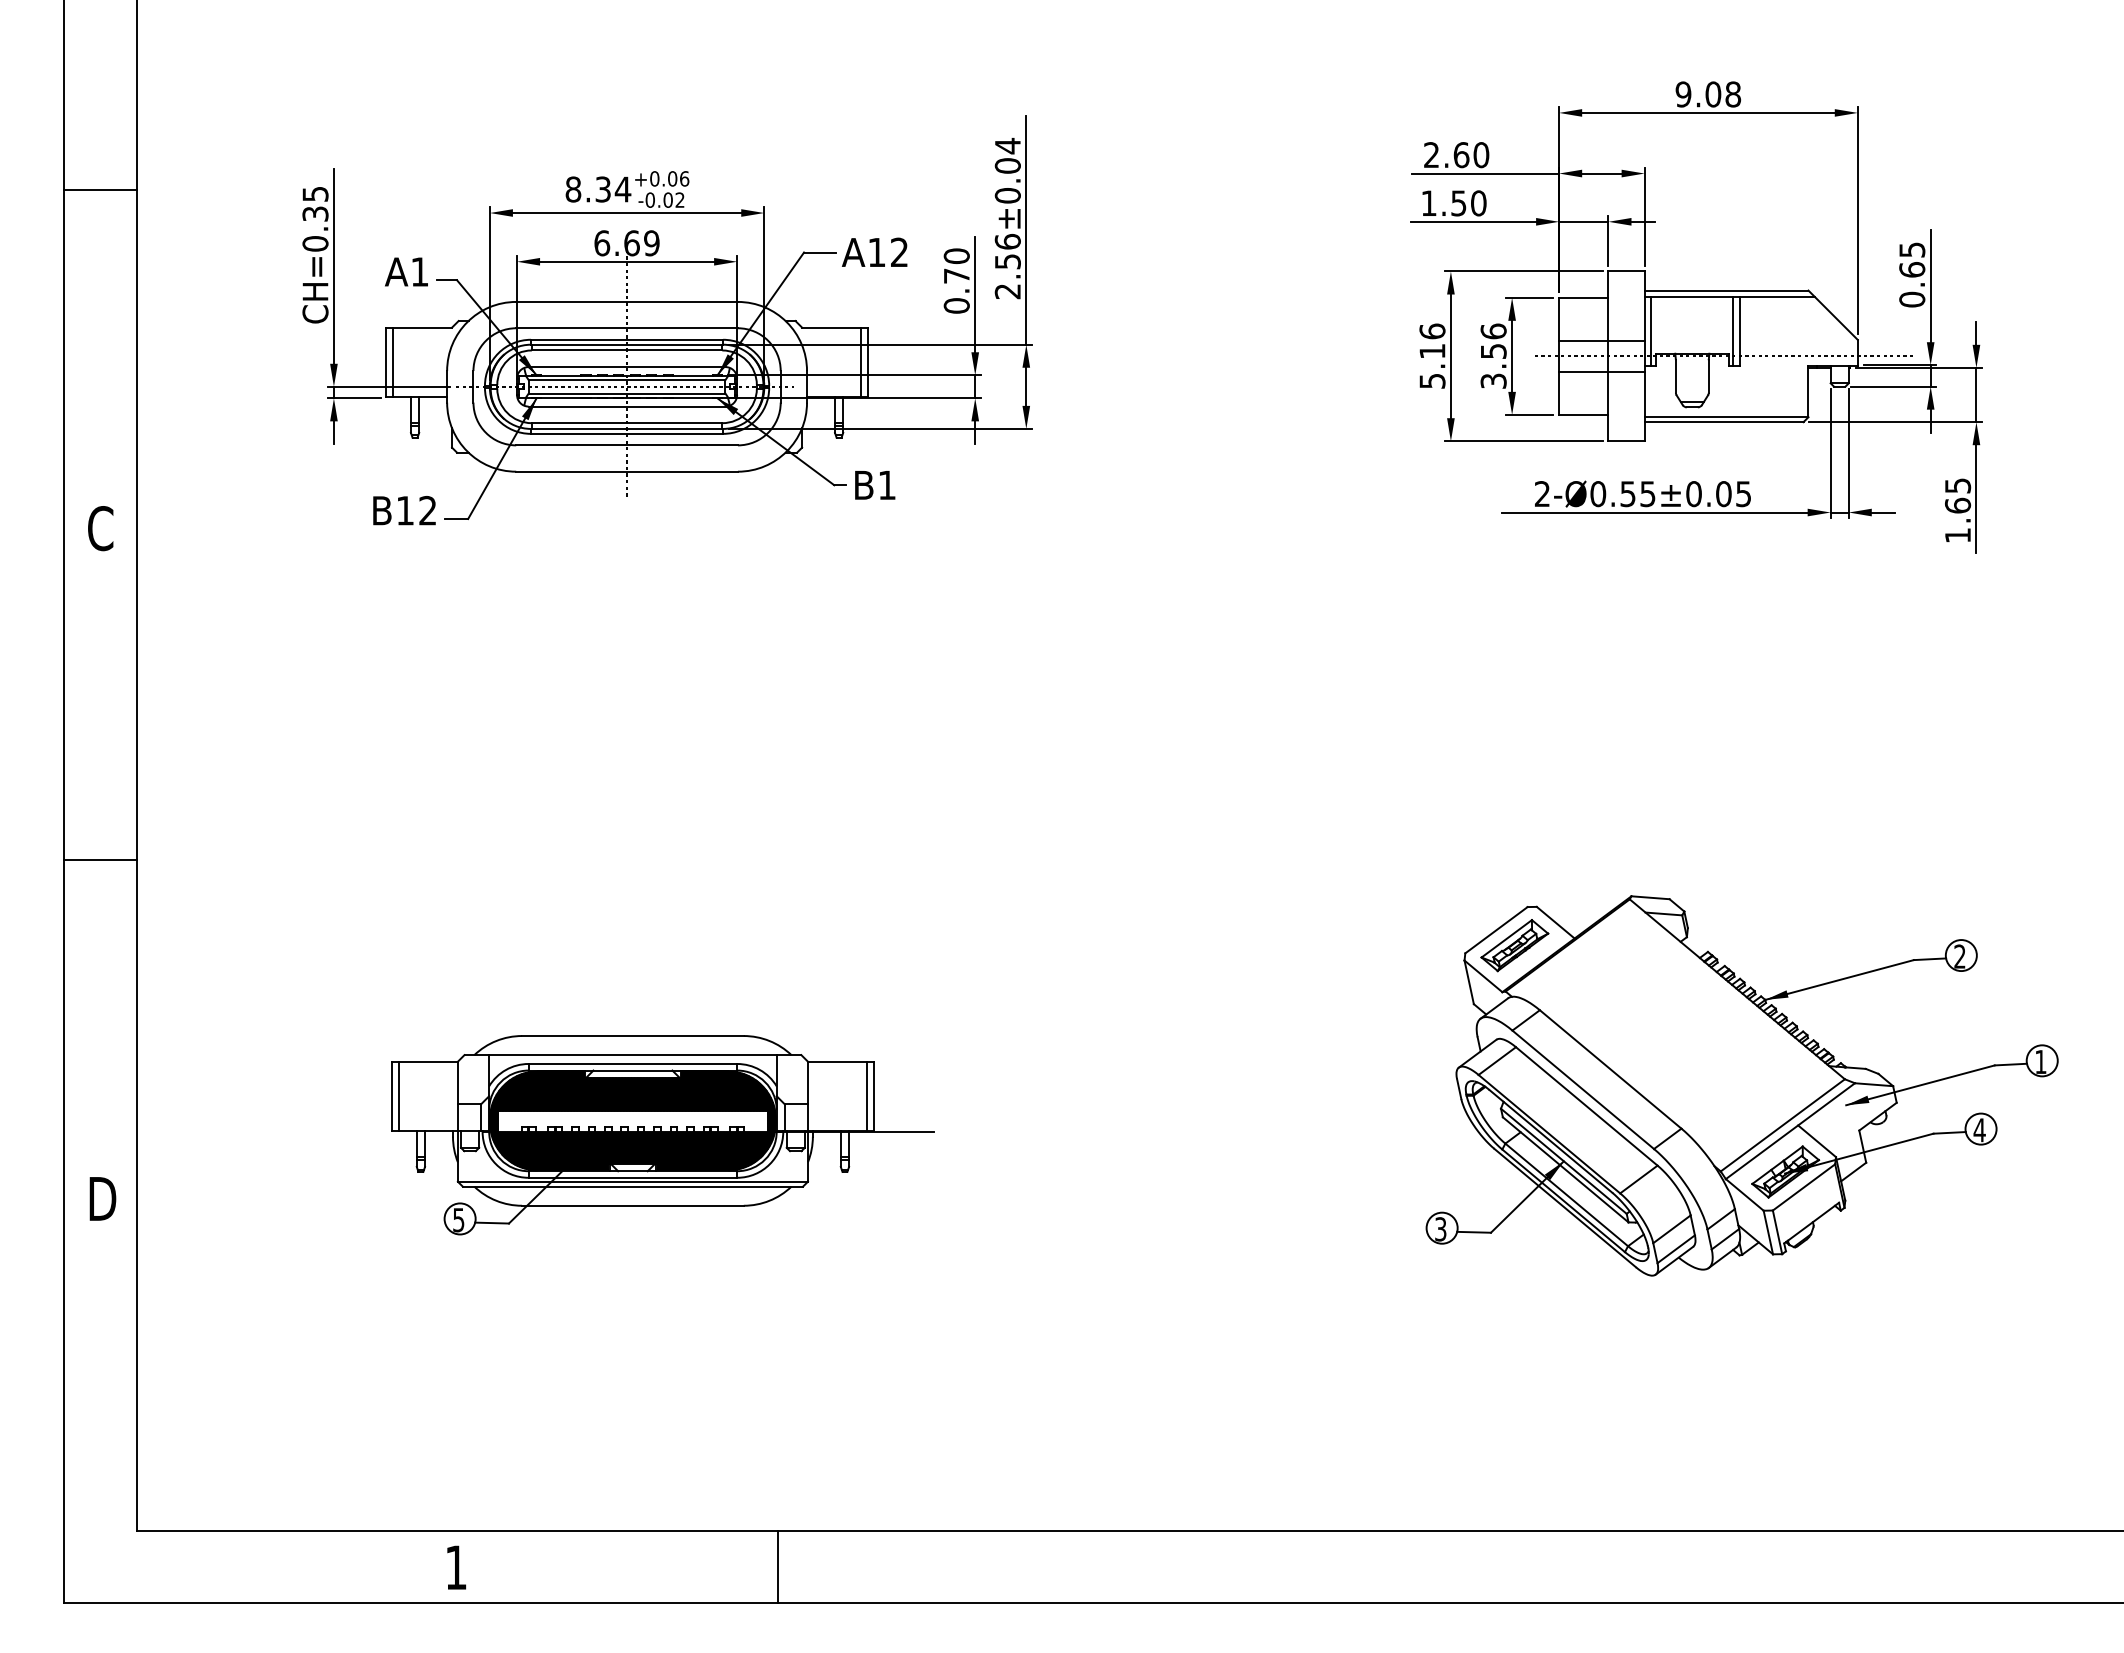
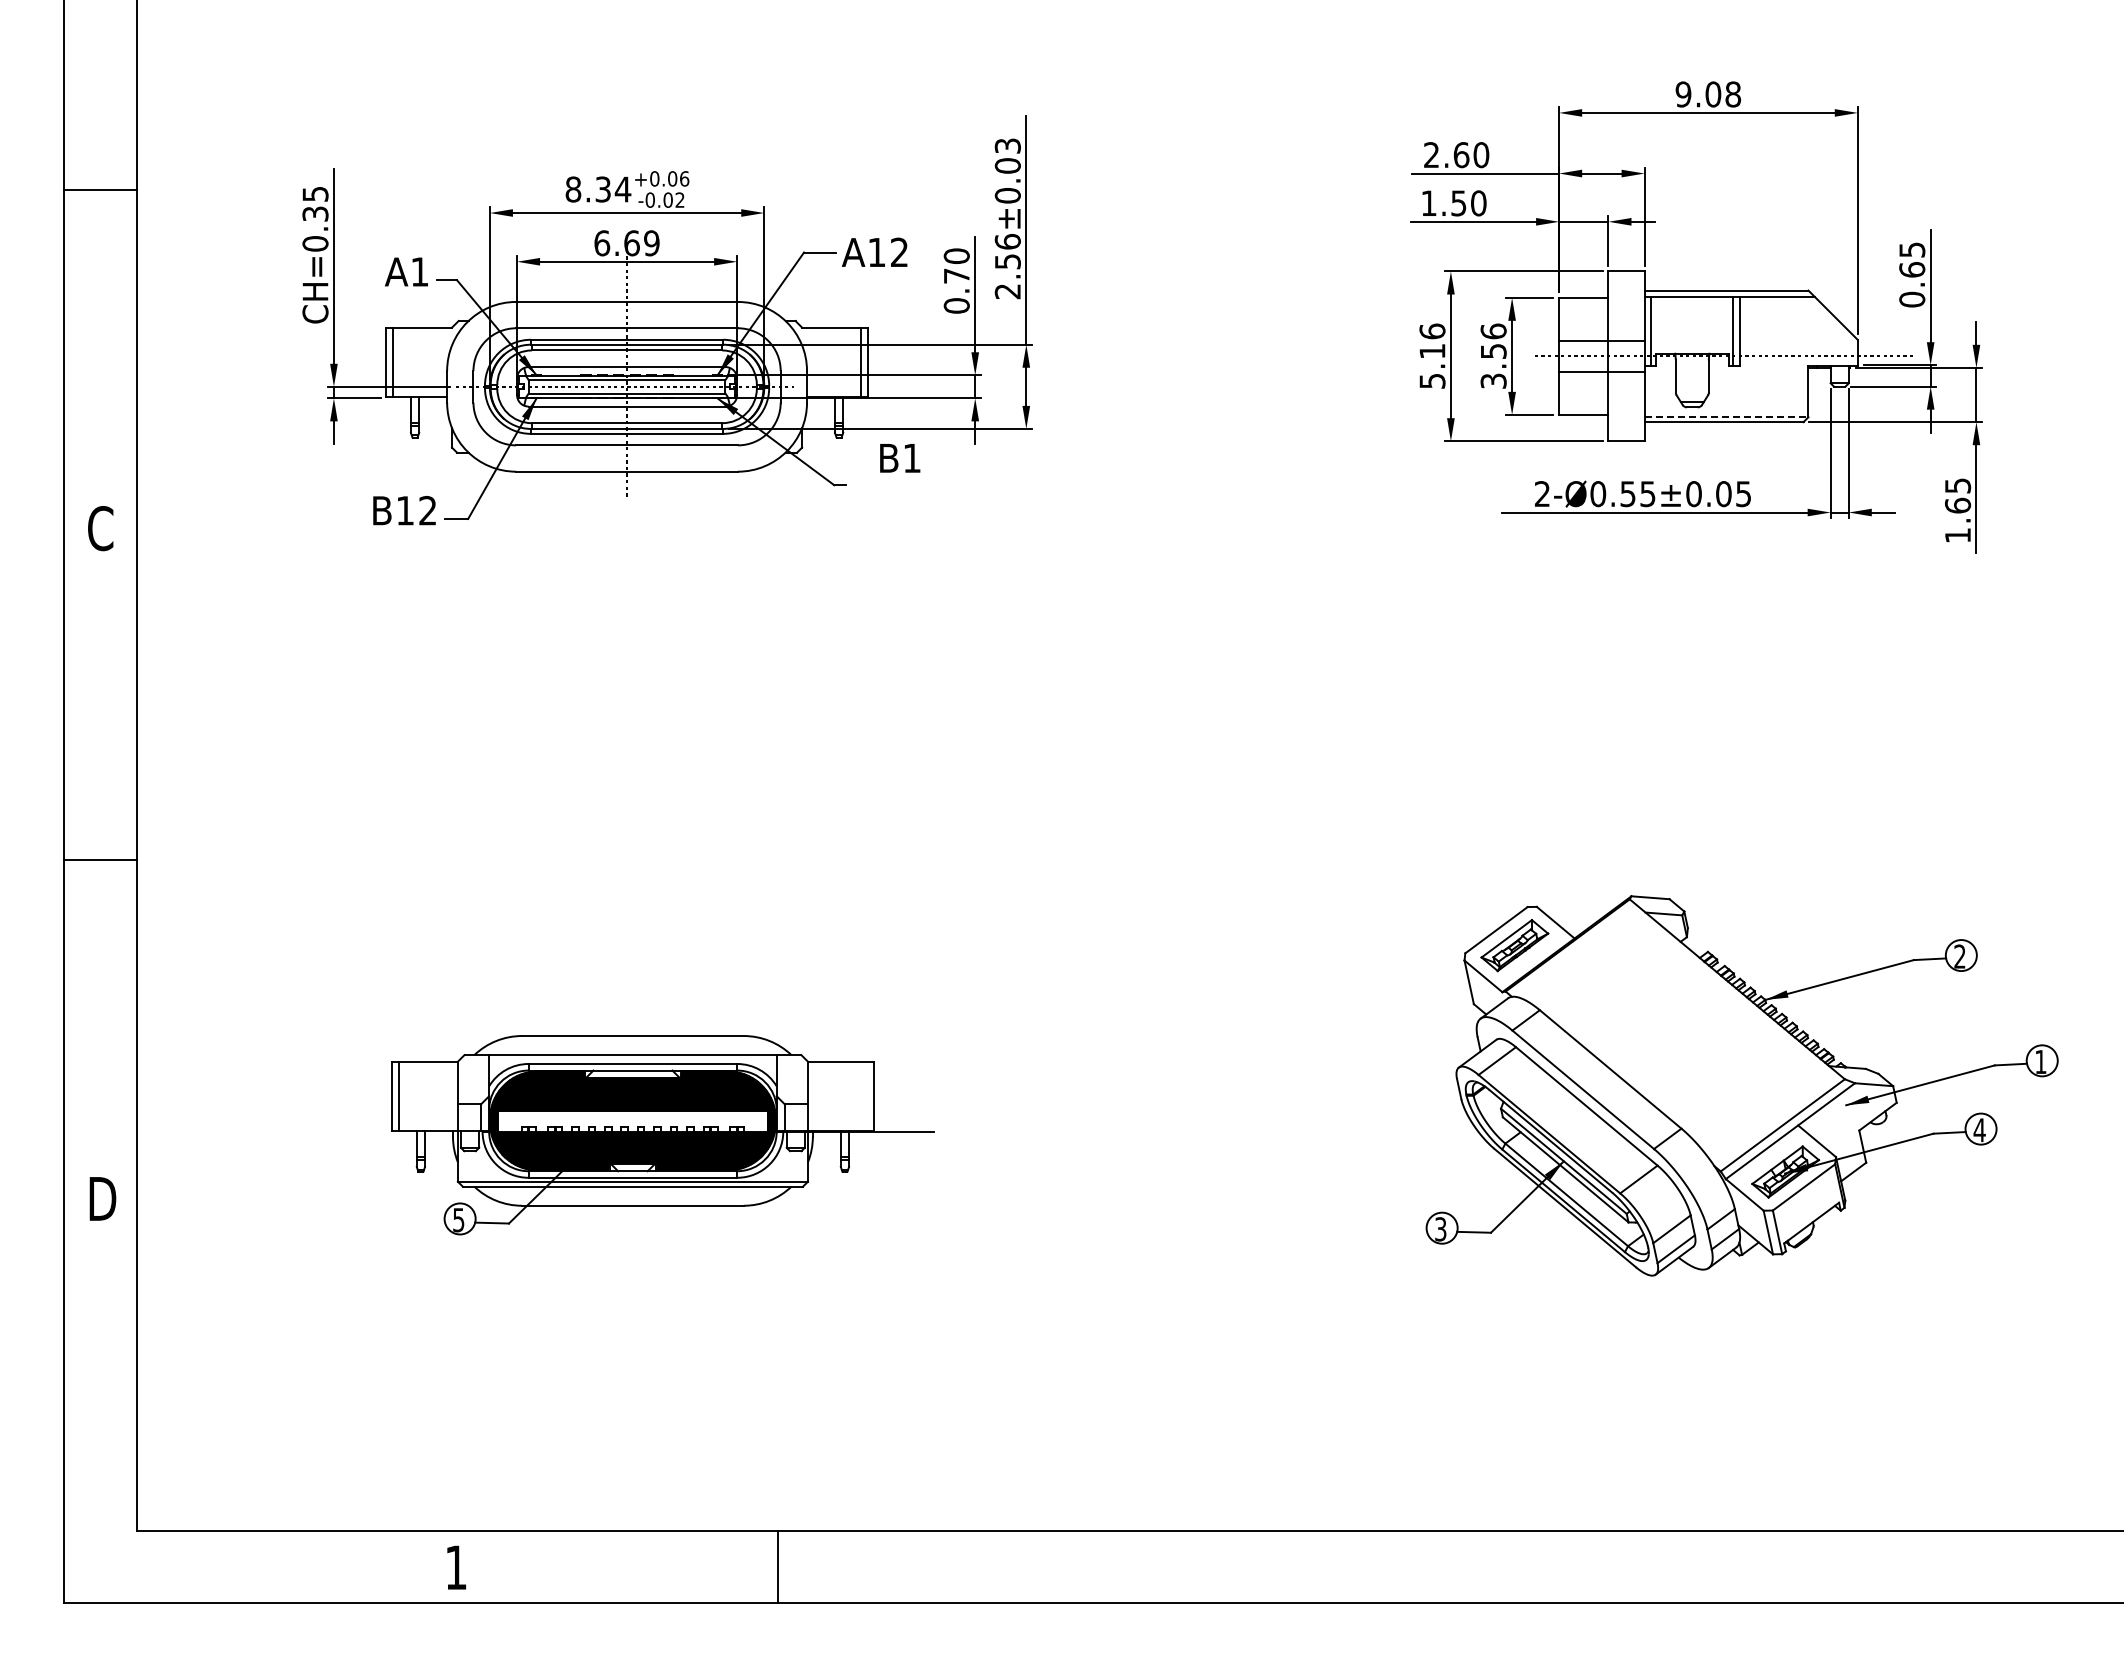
text at (1007, 145): 2.56±0.04 -> 2.56±0.03
line at (1726, 417): solid -> dashed
text at (875, 485) position: (875, 485) -> (900, 458)
line at (867, 1095): present -> none
